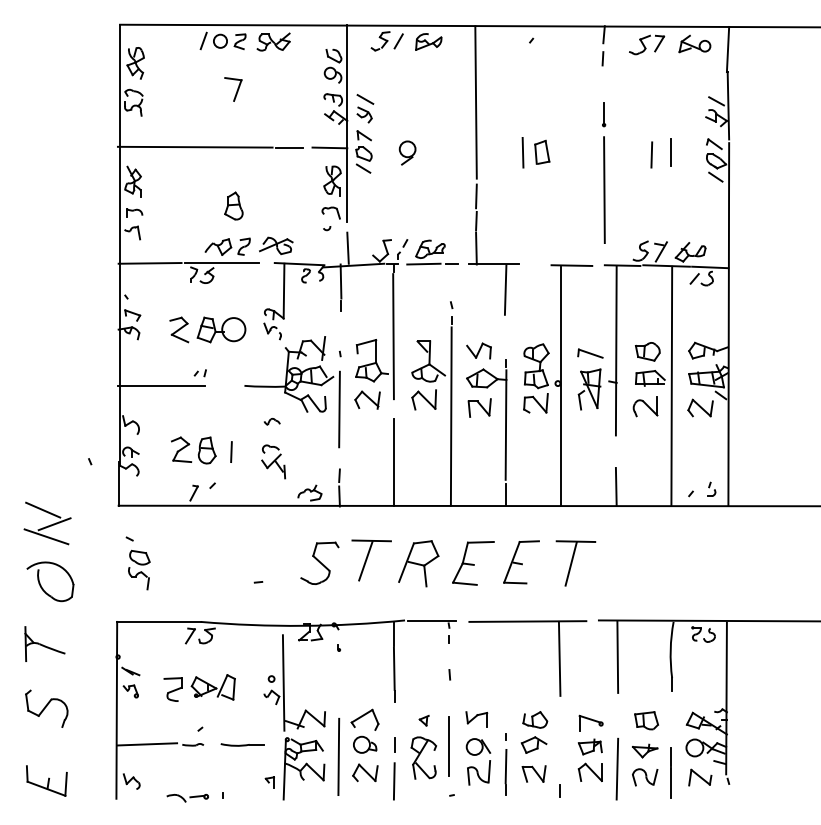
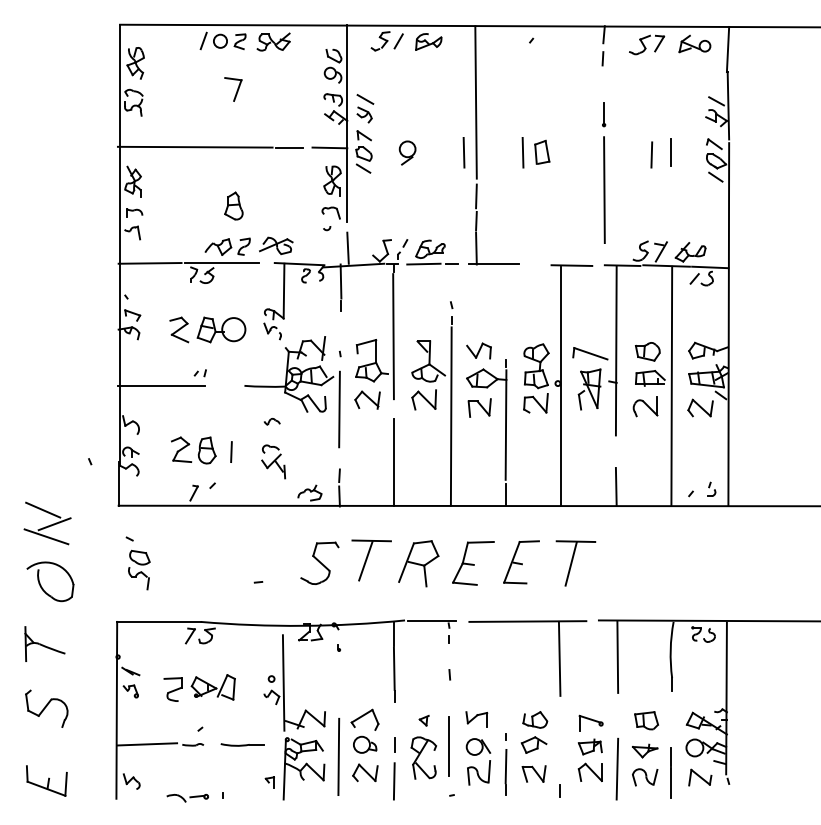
line at (463, 152): none -> present
line at (505, 289): present -> none
part at (590, 353) size: 27x11 px -> 37x14 px
